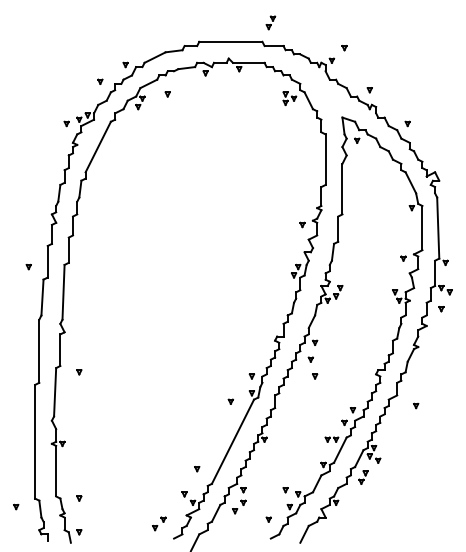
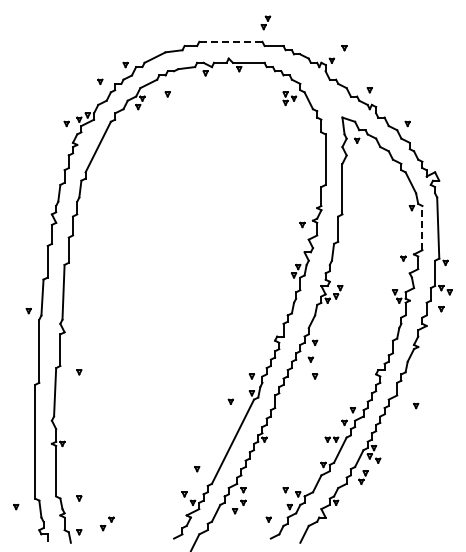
part at (270, 22) position: (270, 22) -> (265, 22)
line at (230, 41): solid -> dashed
line at (422, 227): solid -> dashed
part at (28, 266) position: (28, 266) -> (28, 310)
part at (159, 523) position: (159, 523) -> (107, 523)
